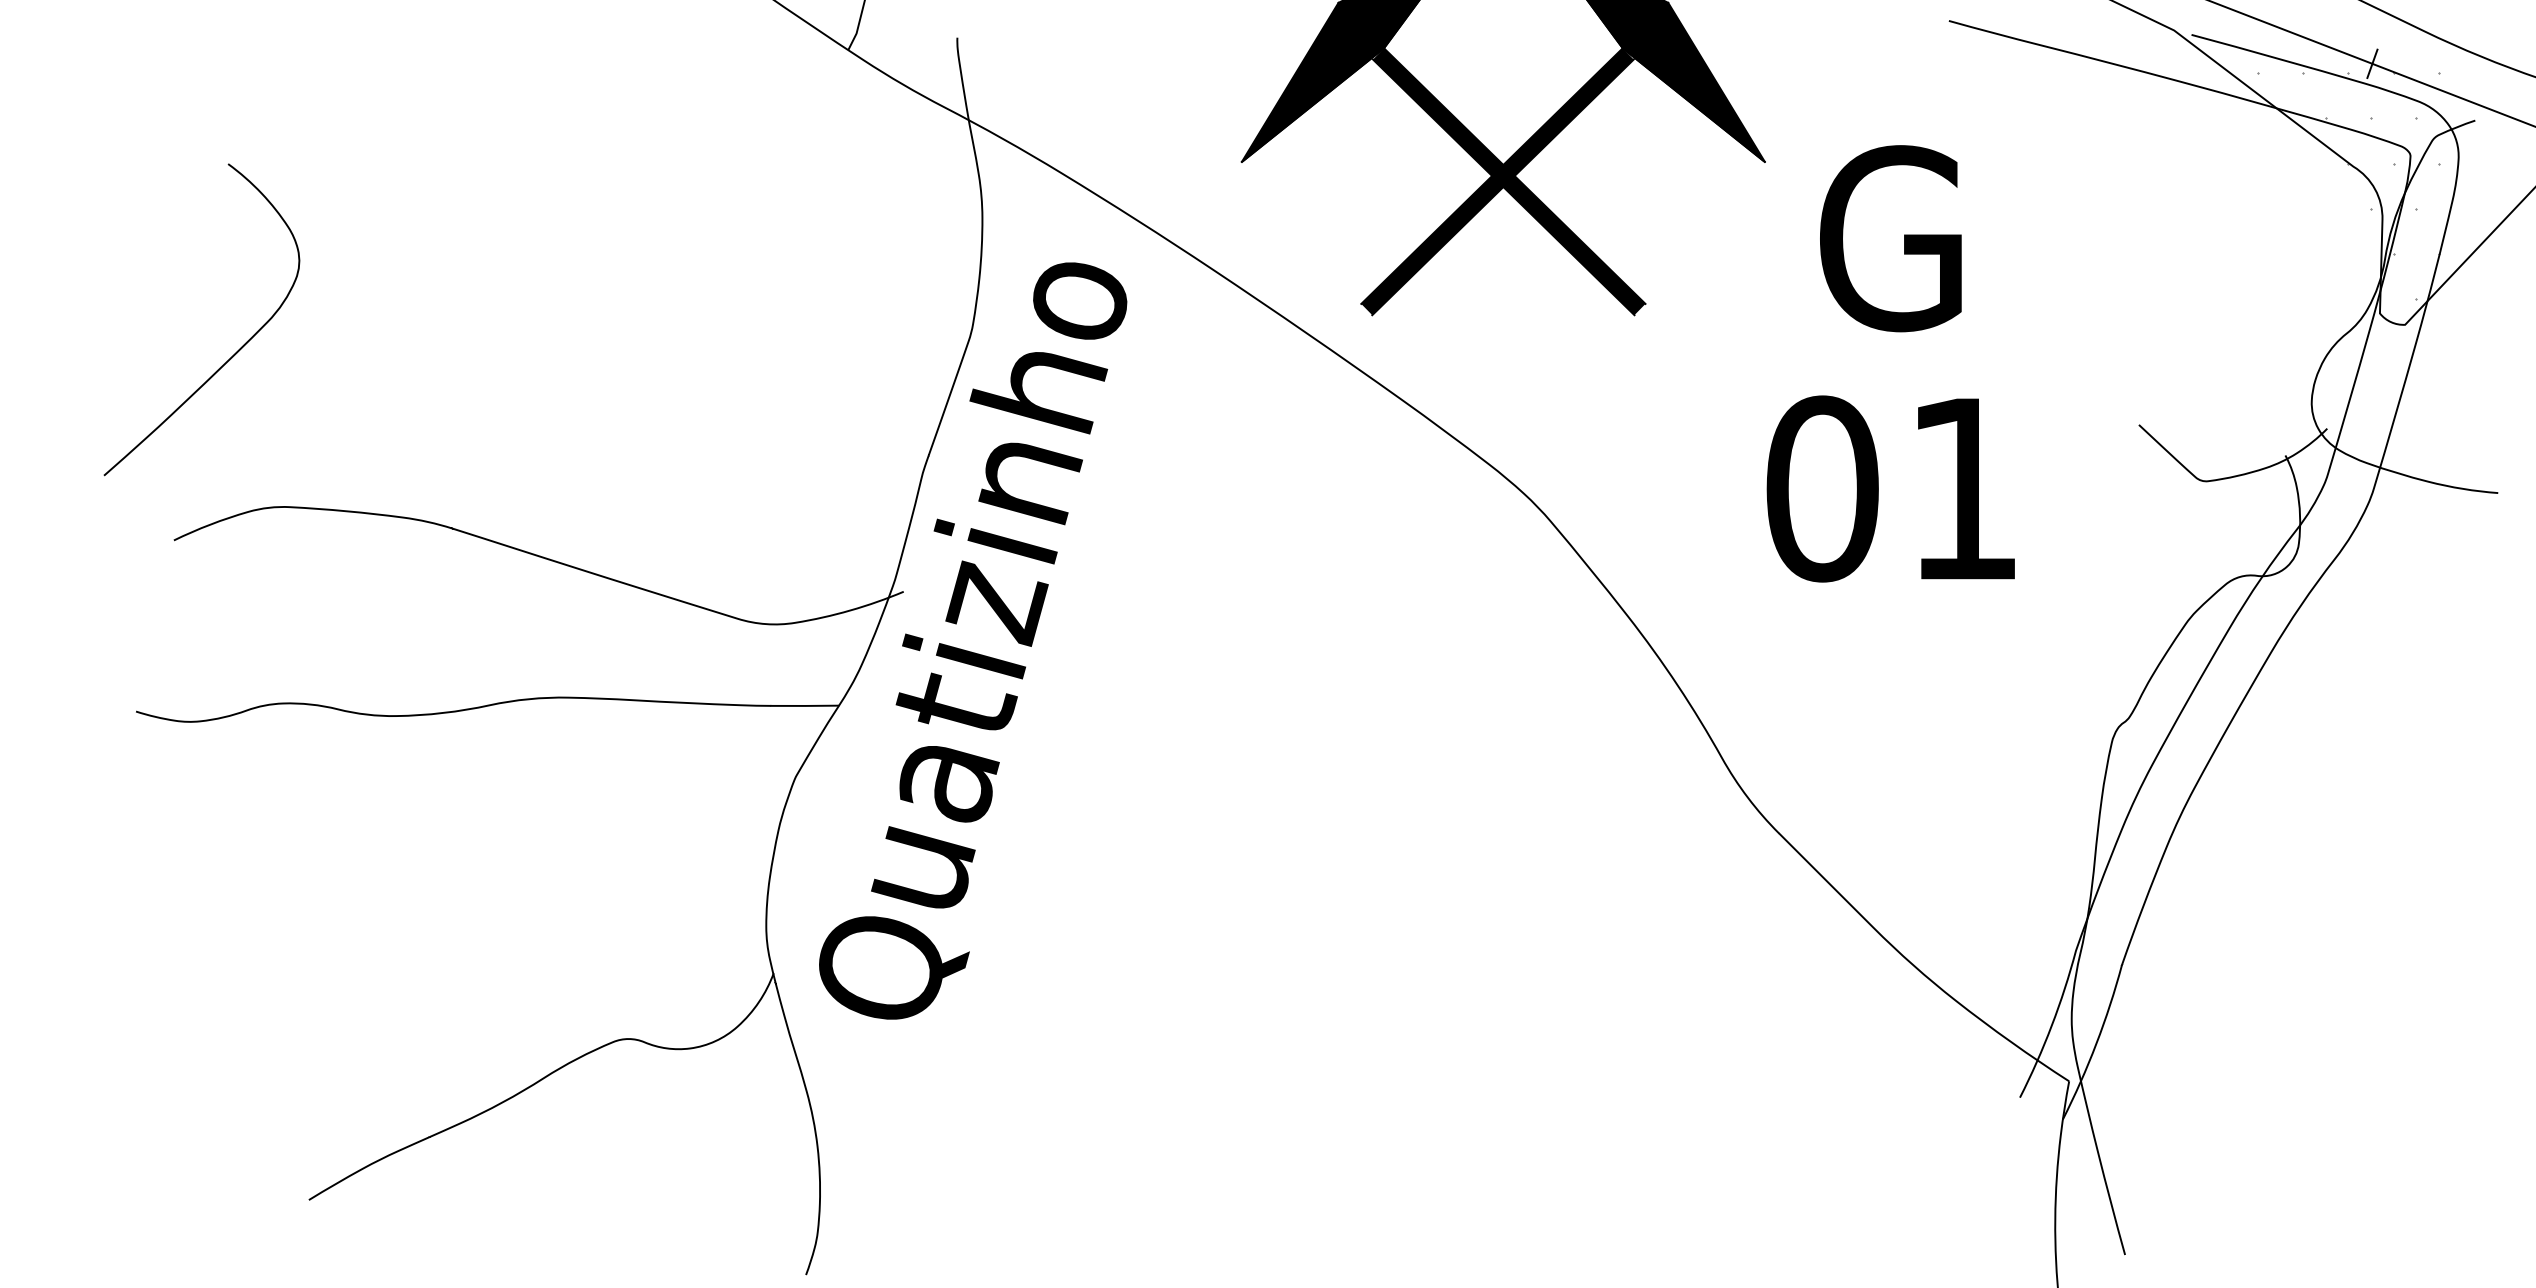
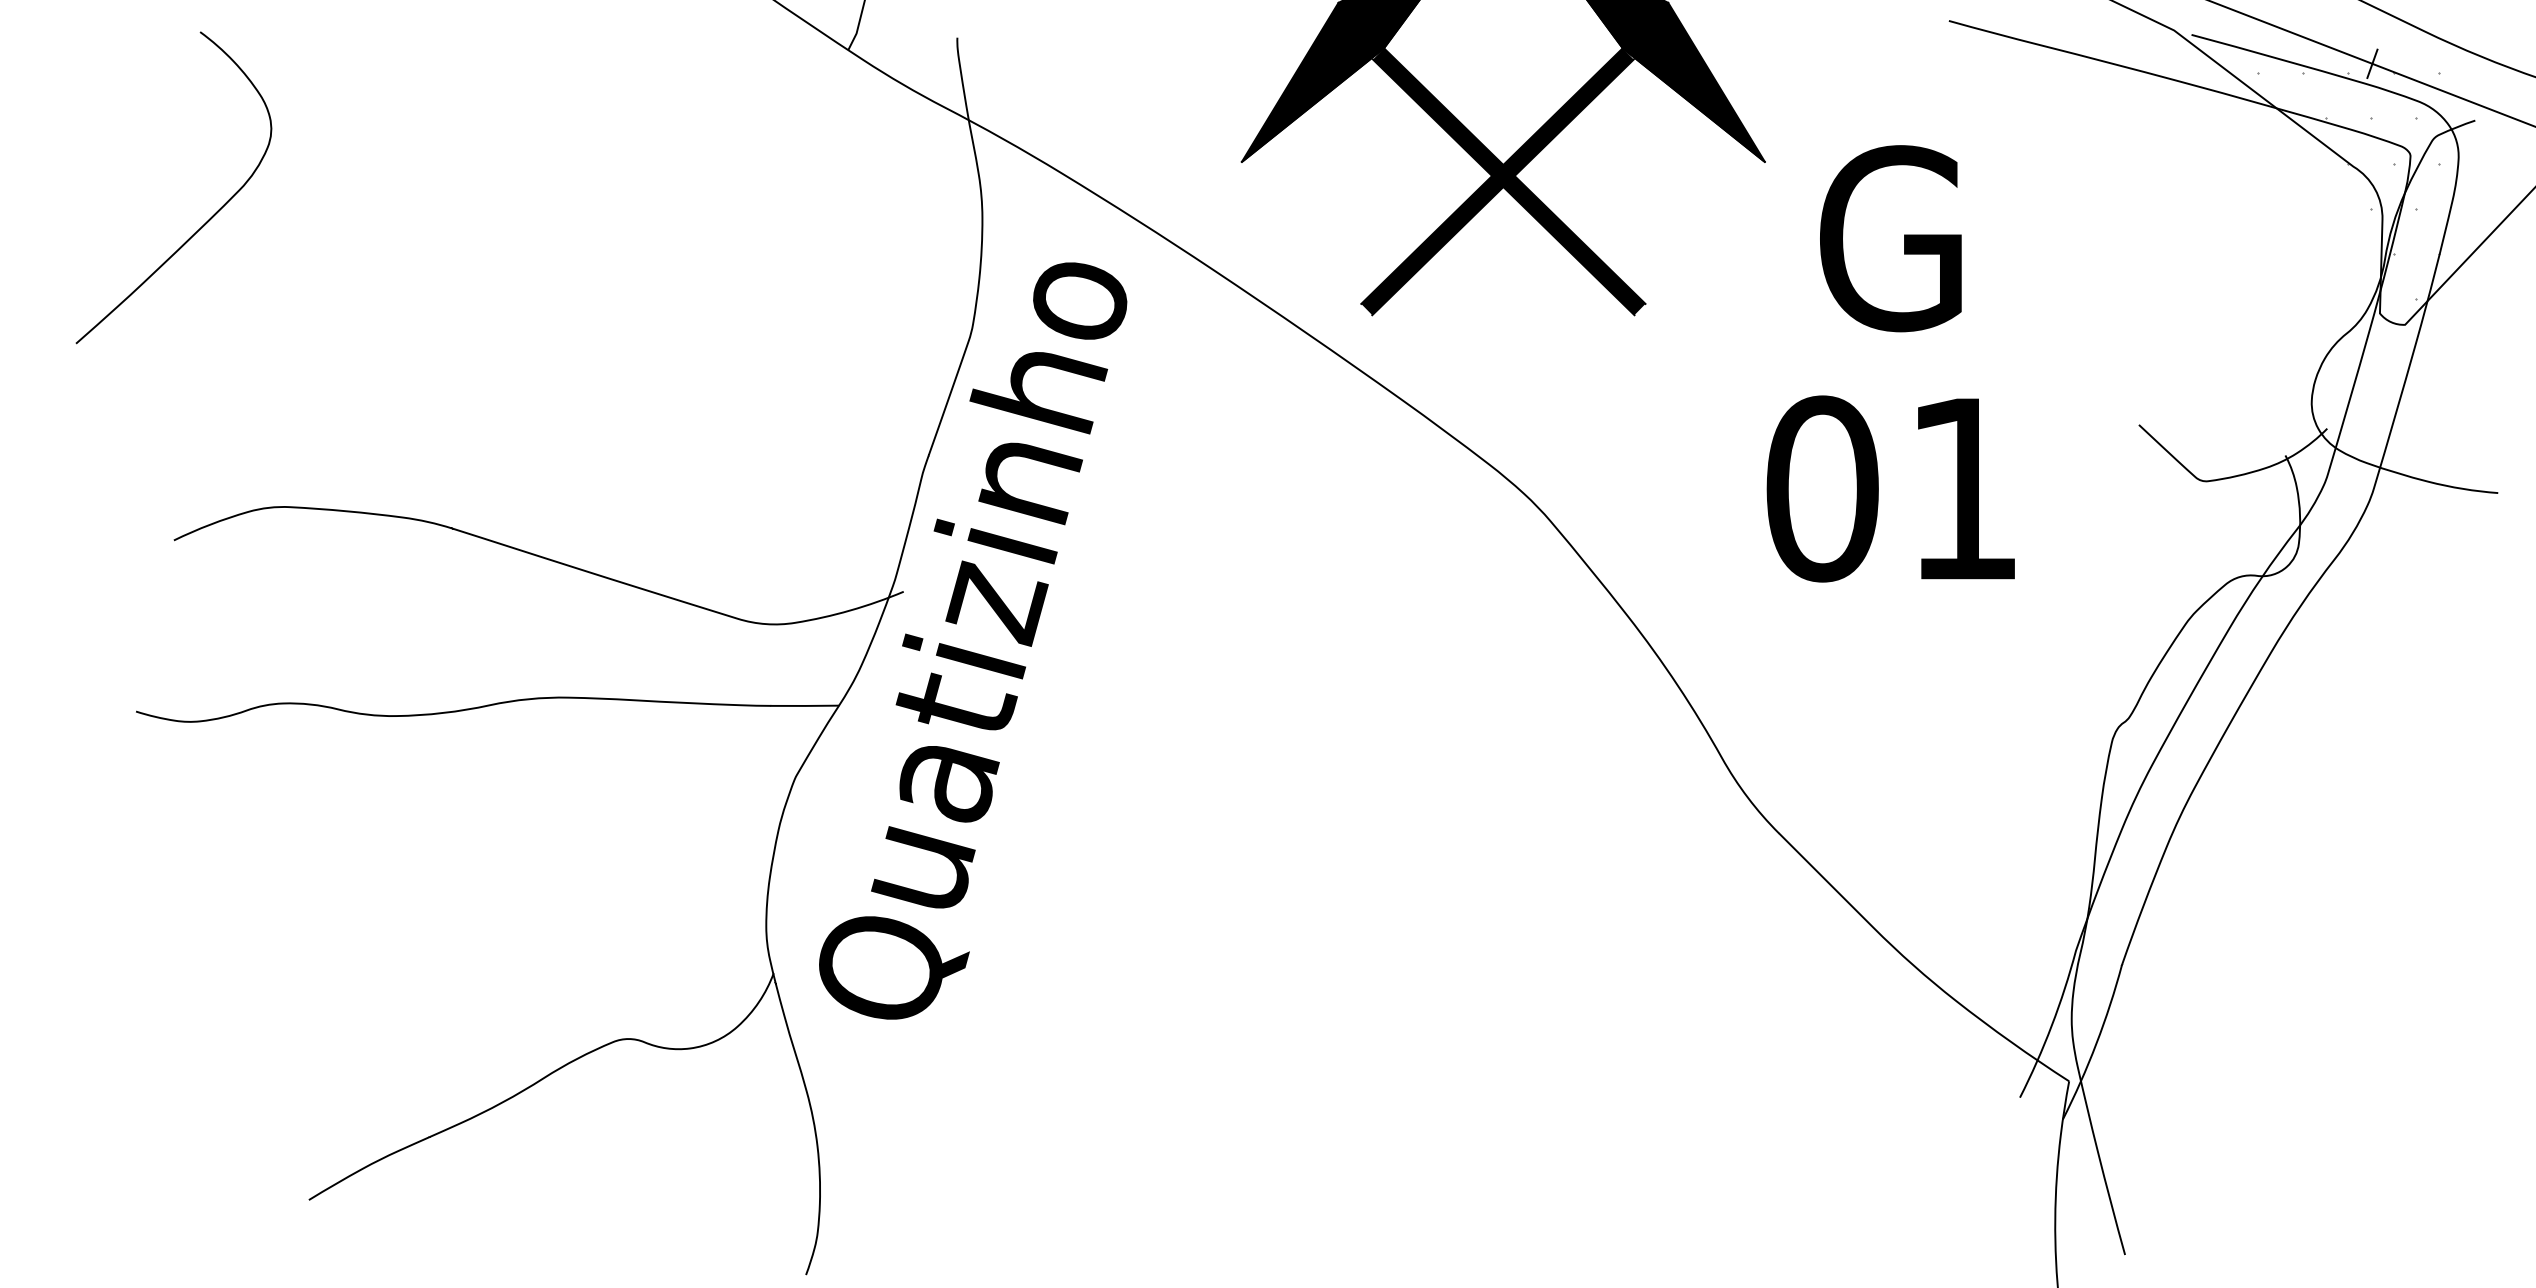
curve at (235, 352) position: (235, 352) -> (207, 220)
